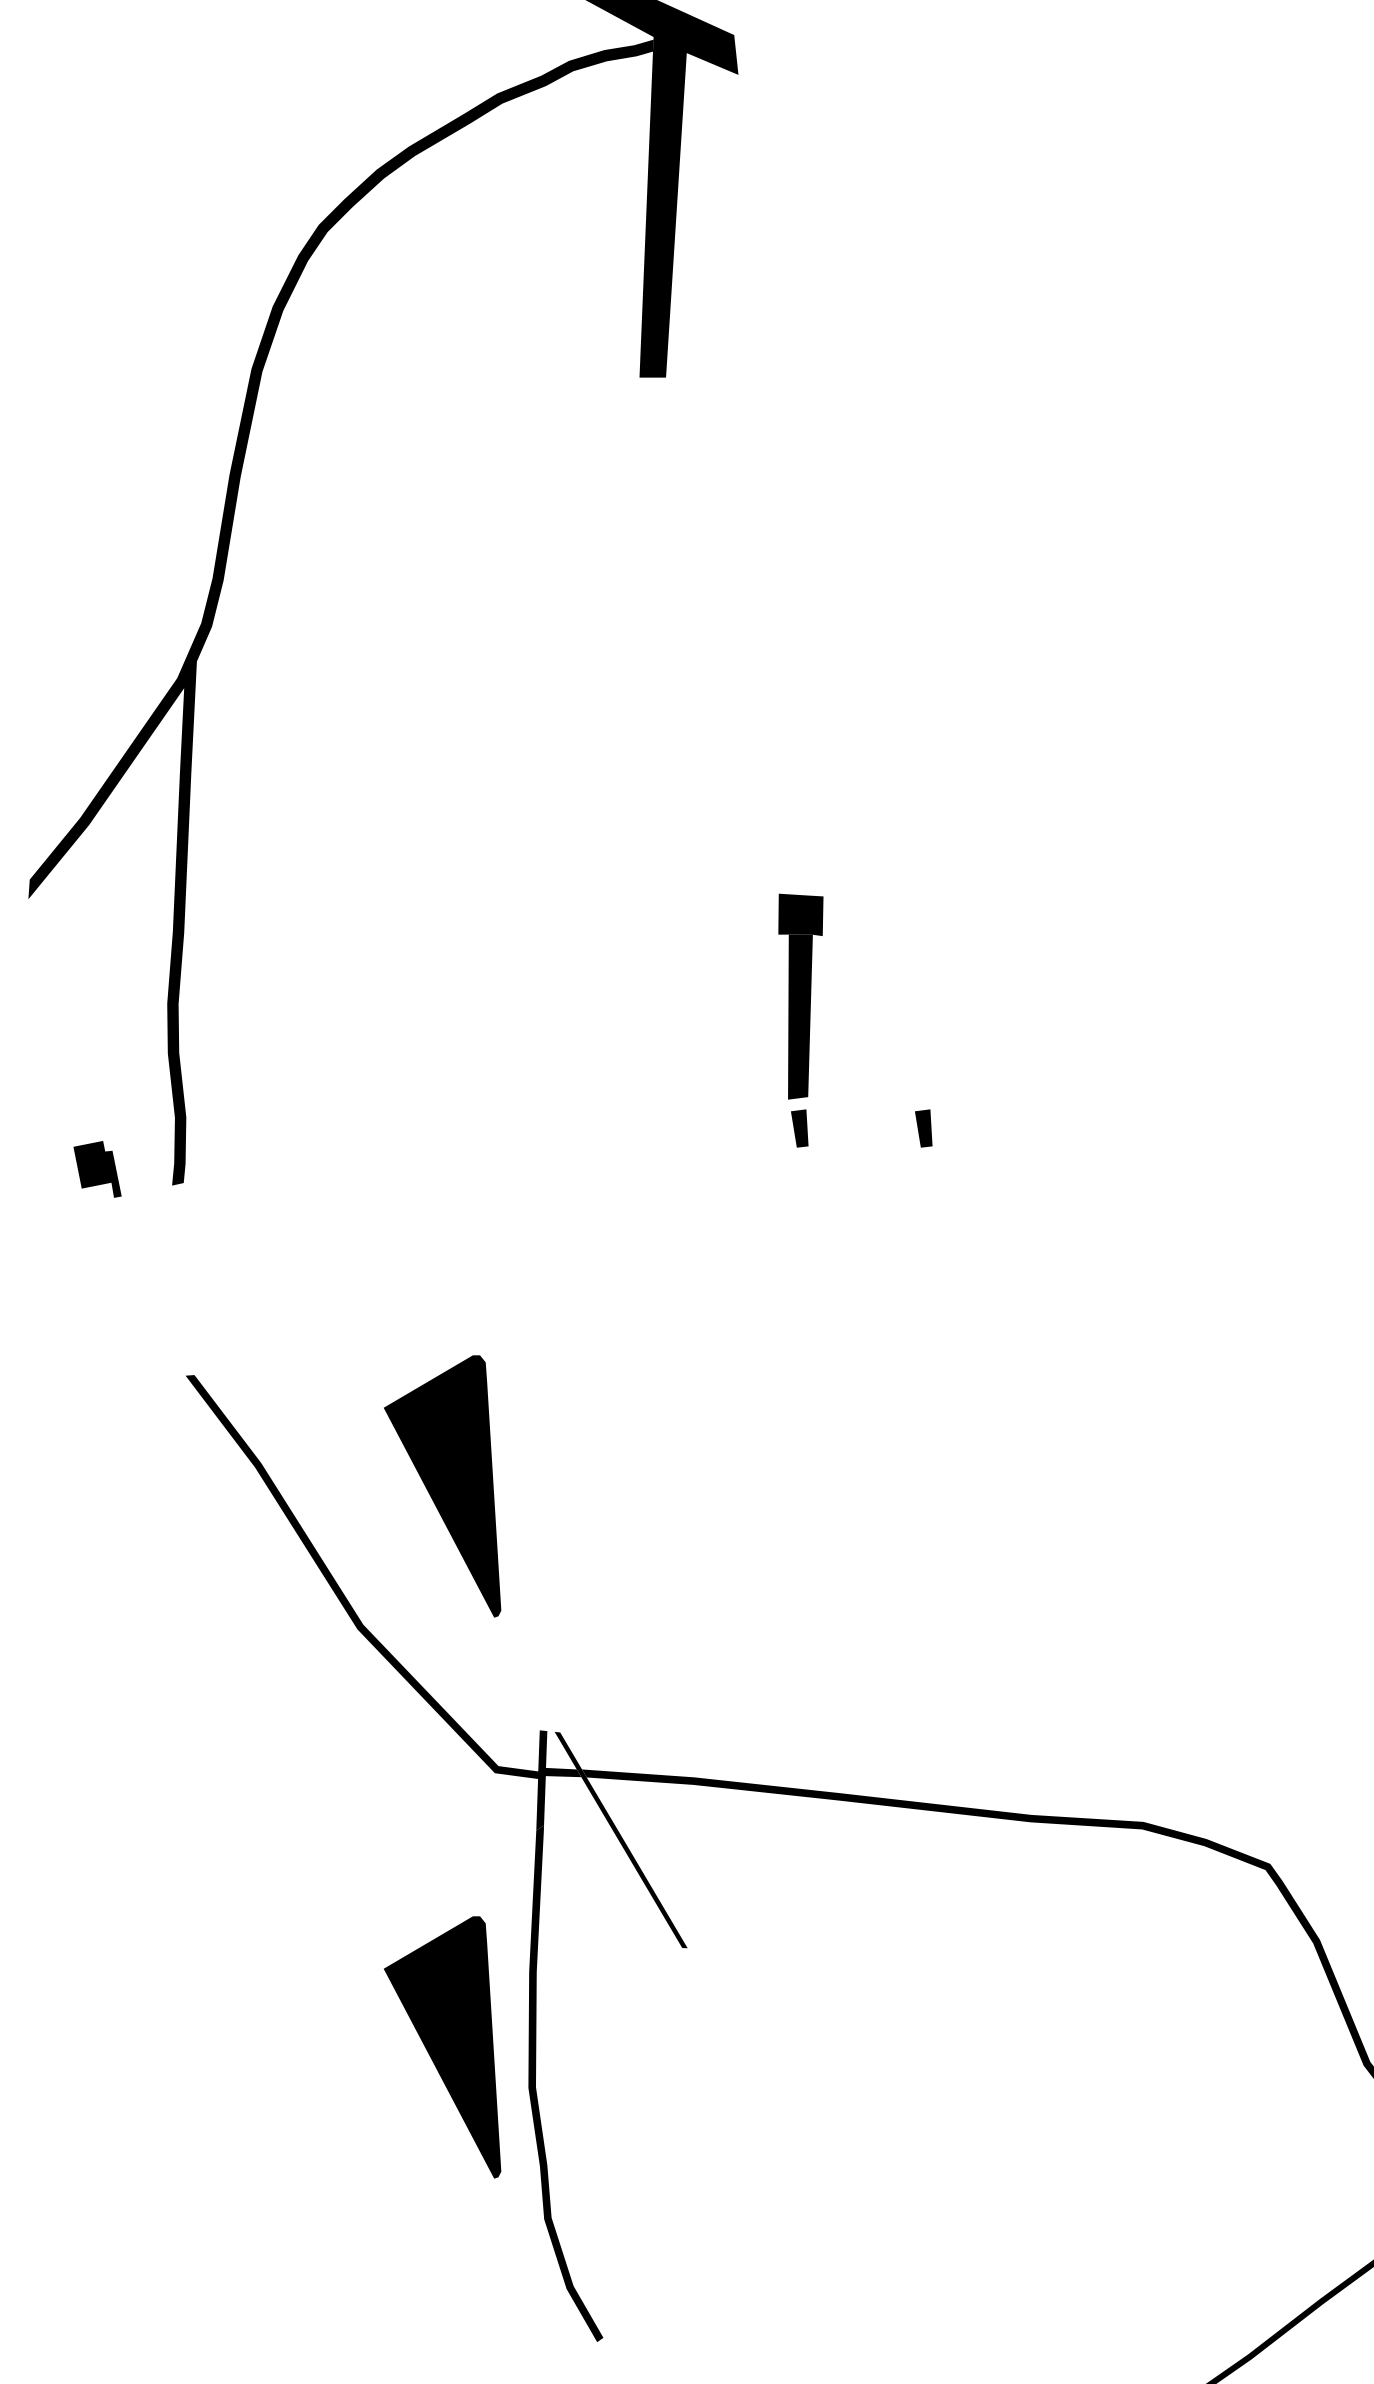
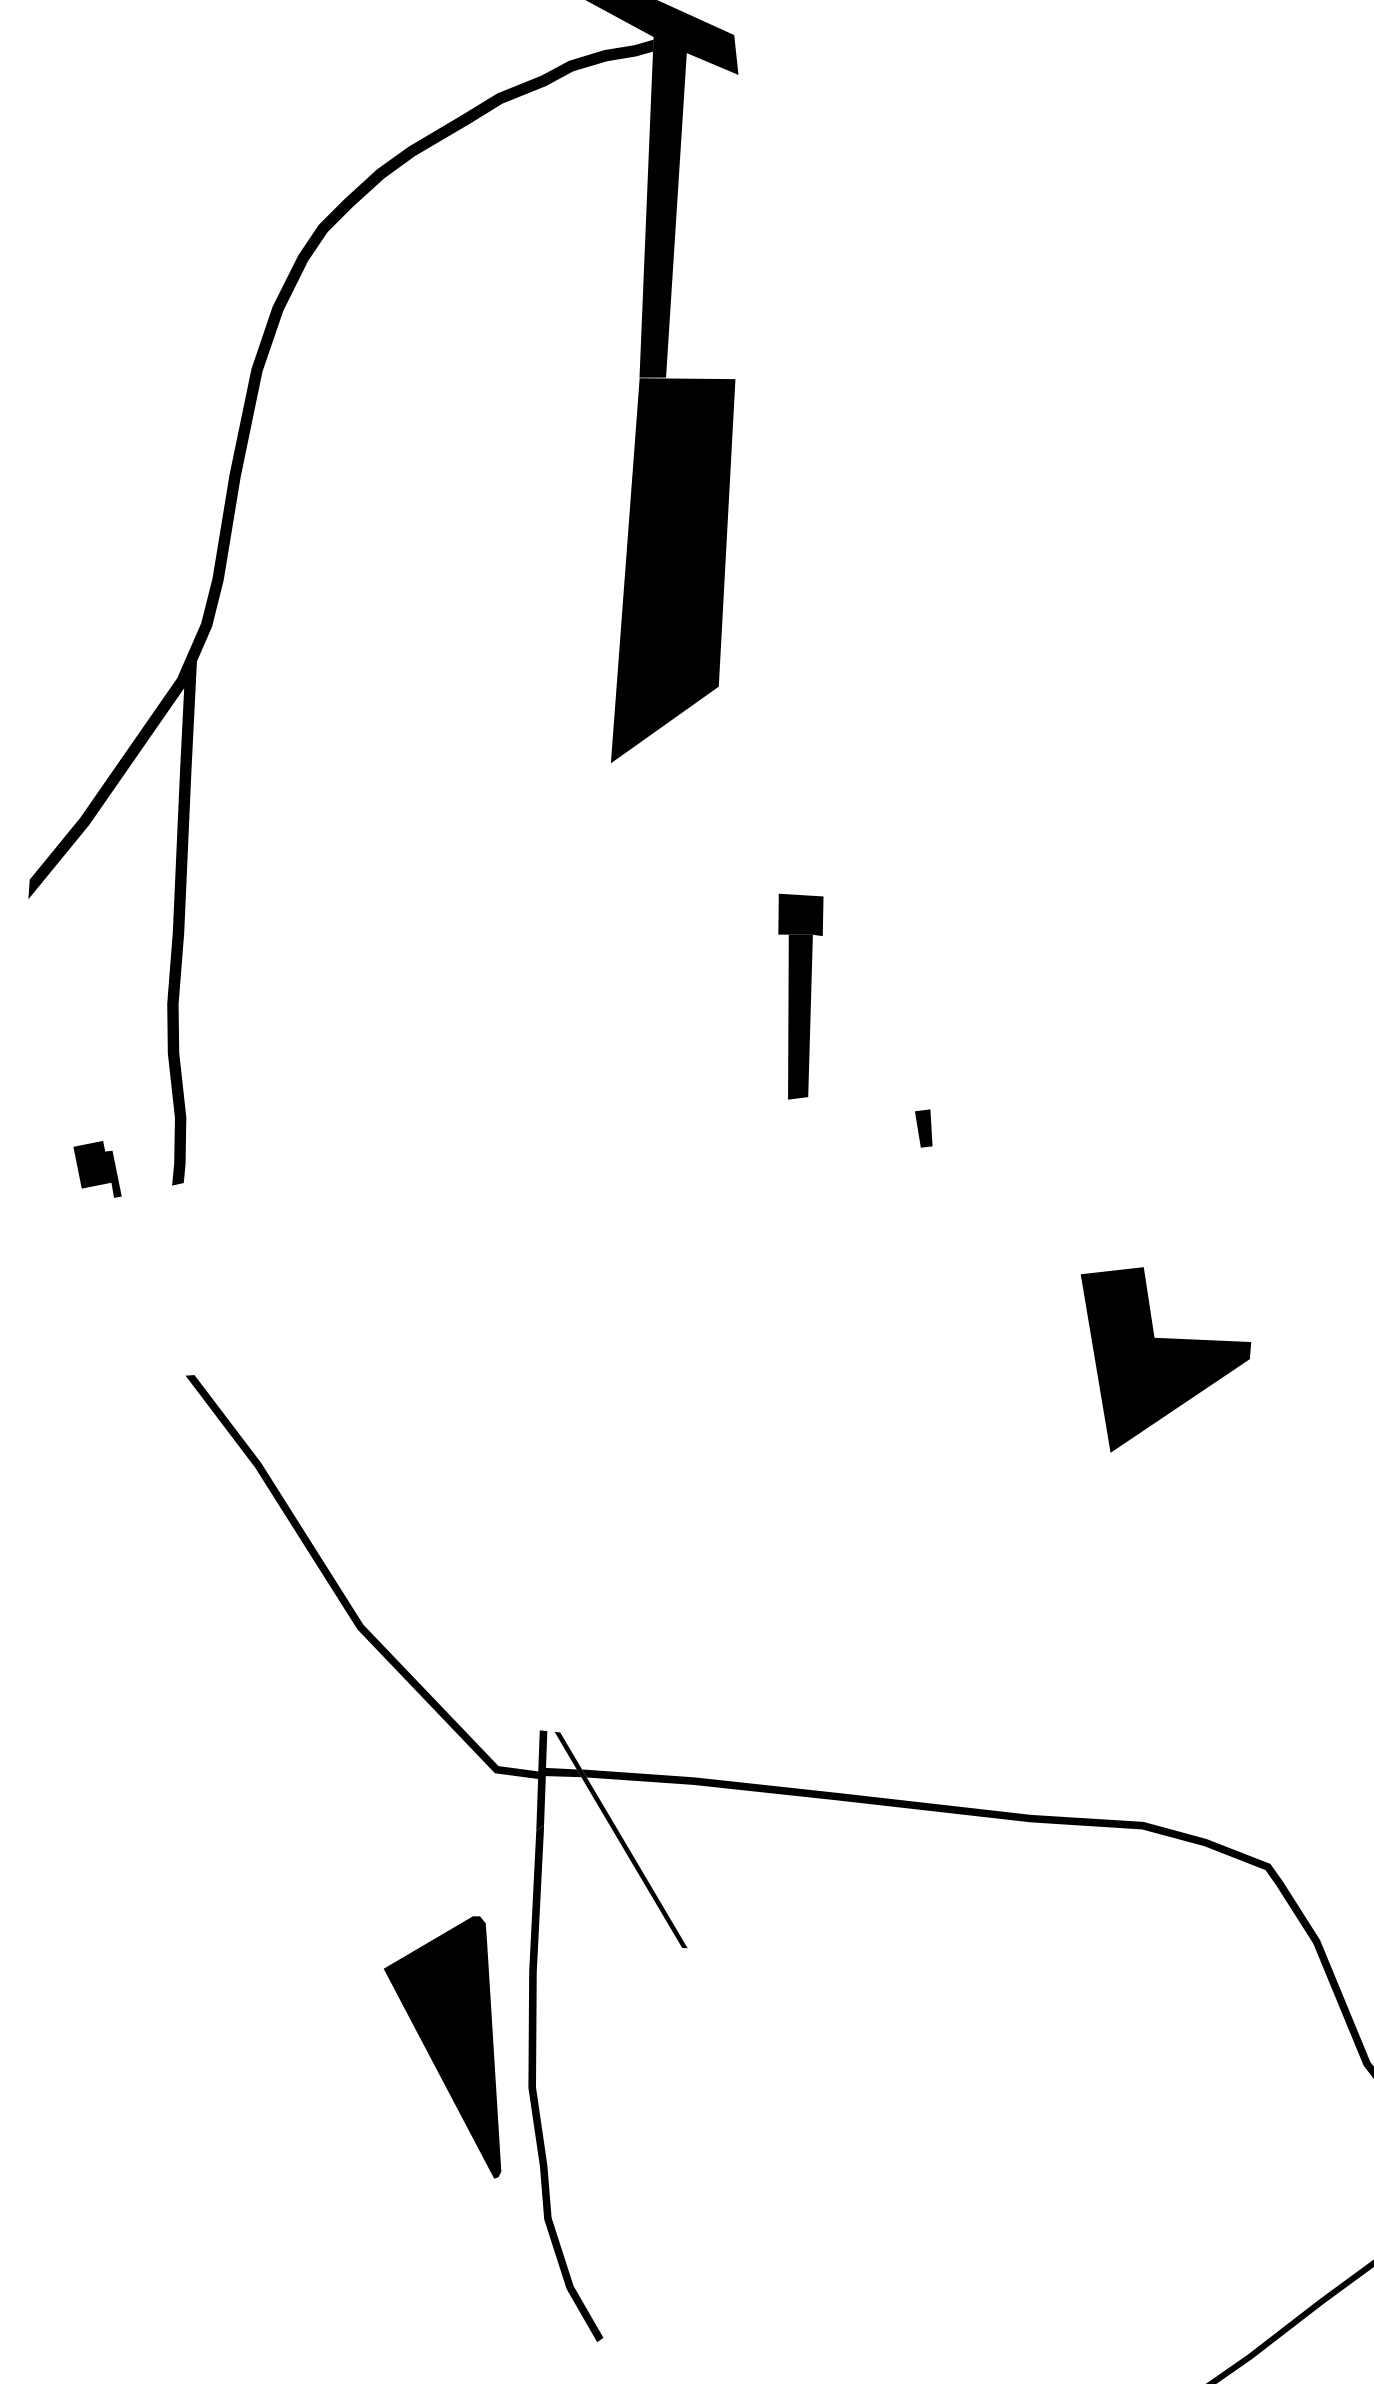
fill at (672, 570): none -> present
part at (799, 1128): present -> none
fill at (1165, 1359): none -> present
part at (442, 1486): present -> none
